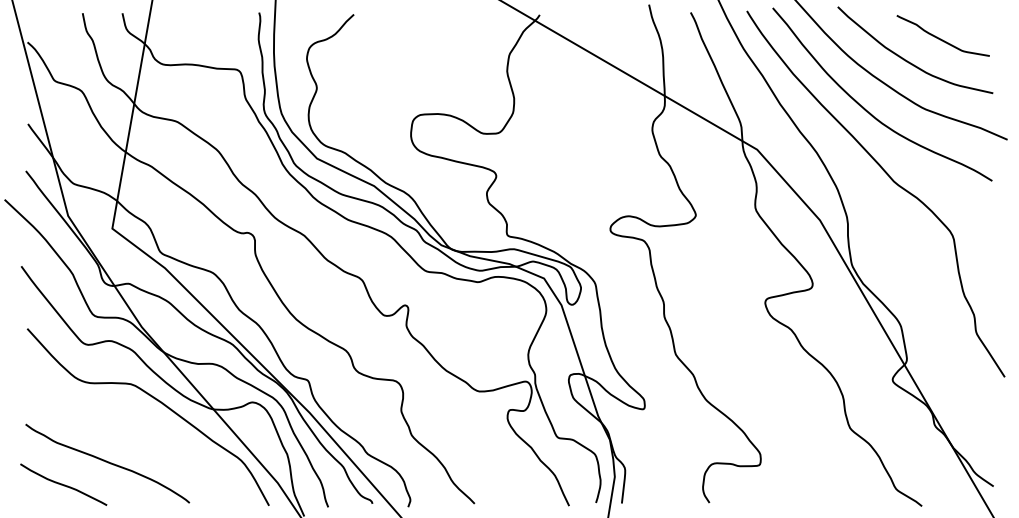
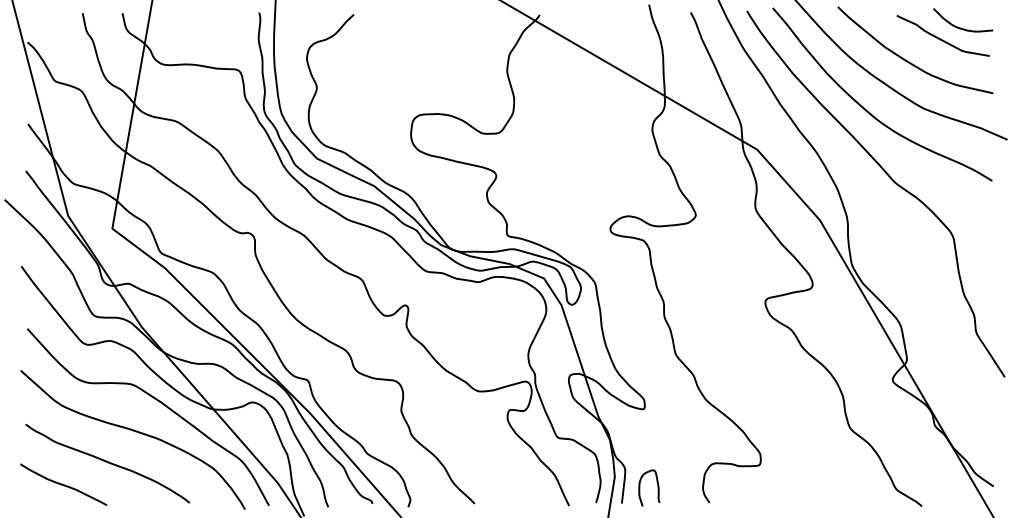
curve at (961, 27): none -> present
curve at (135, 432): none -> present
curve at (657, 487): none -> present
